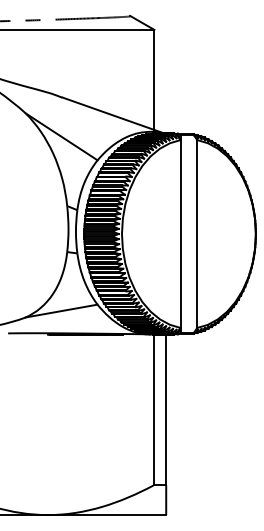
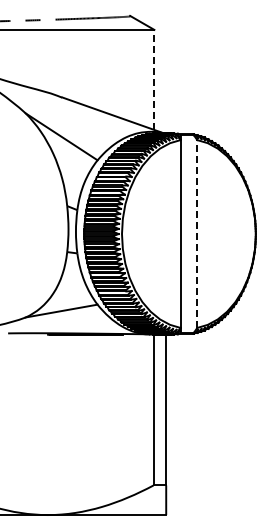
line at (154, 79): solid -> dashed
line at (197, 234): solid -> dashed
